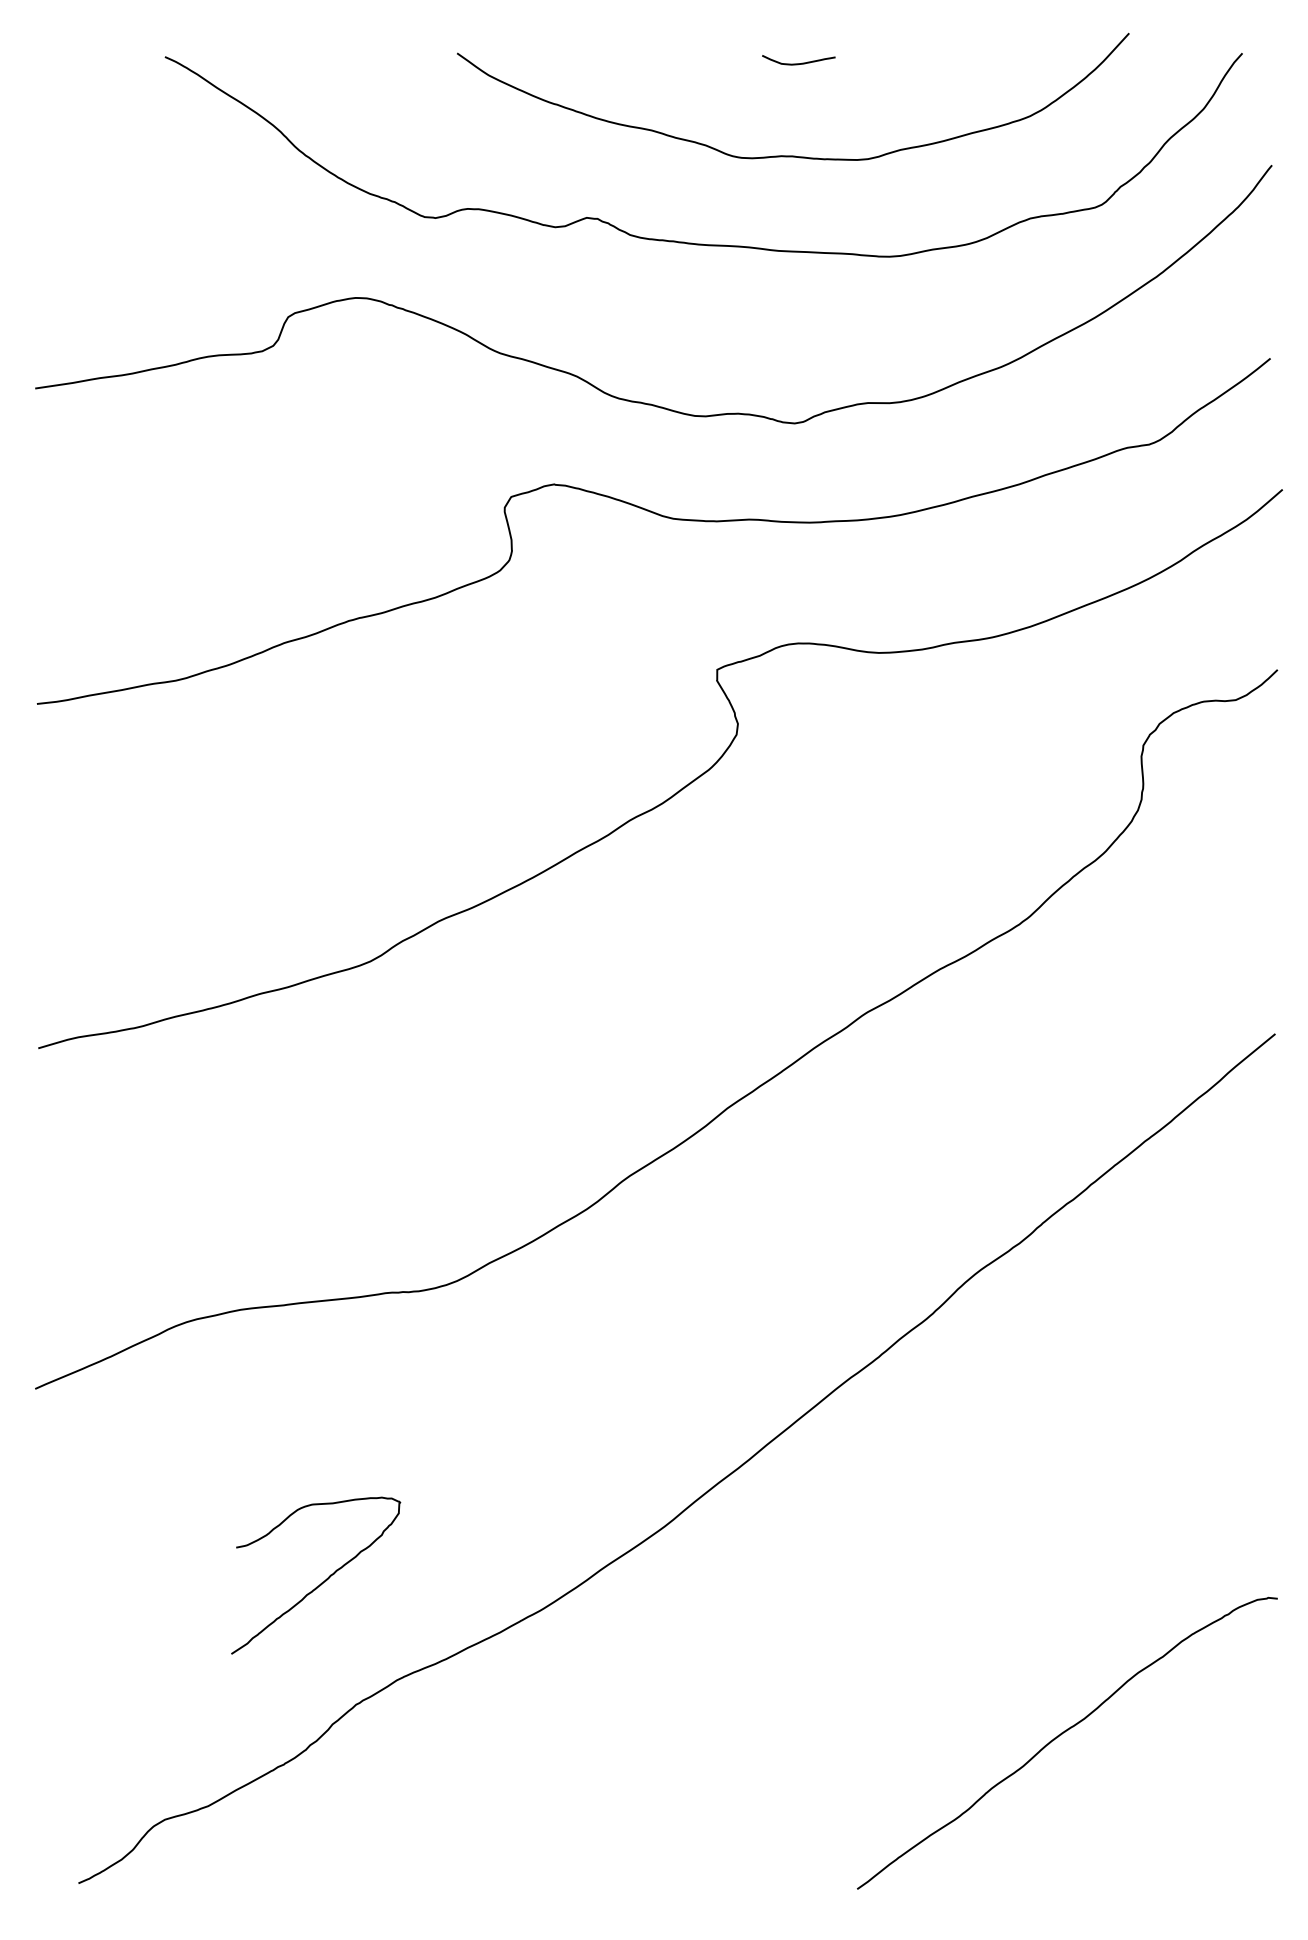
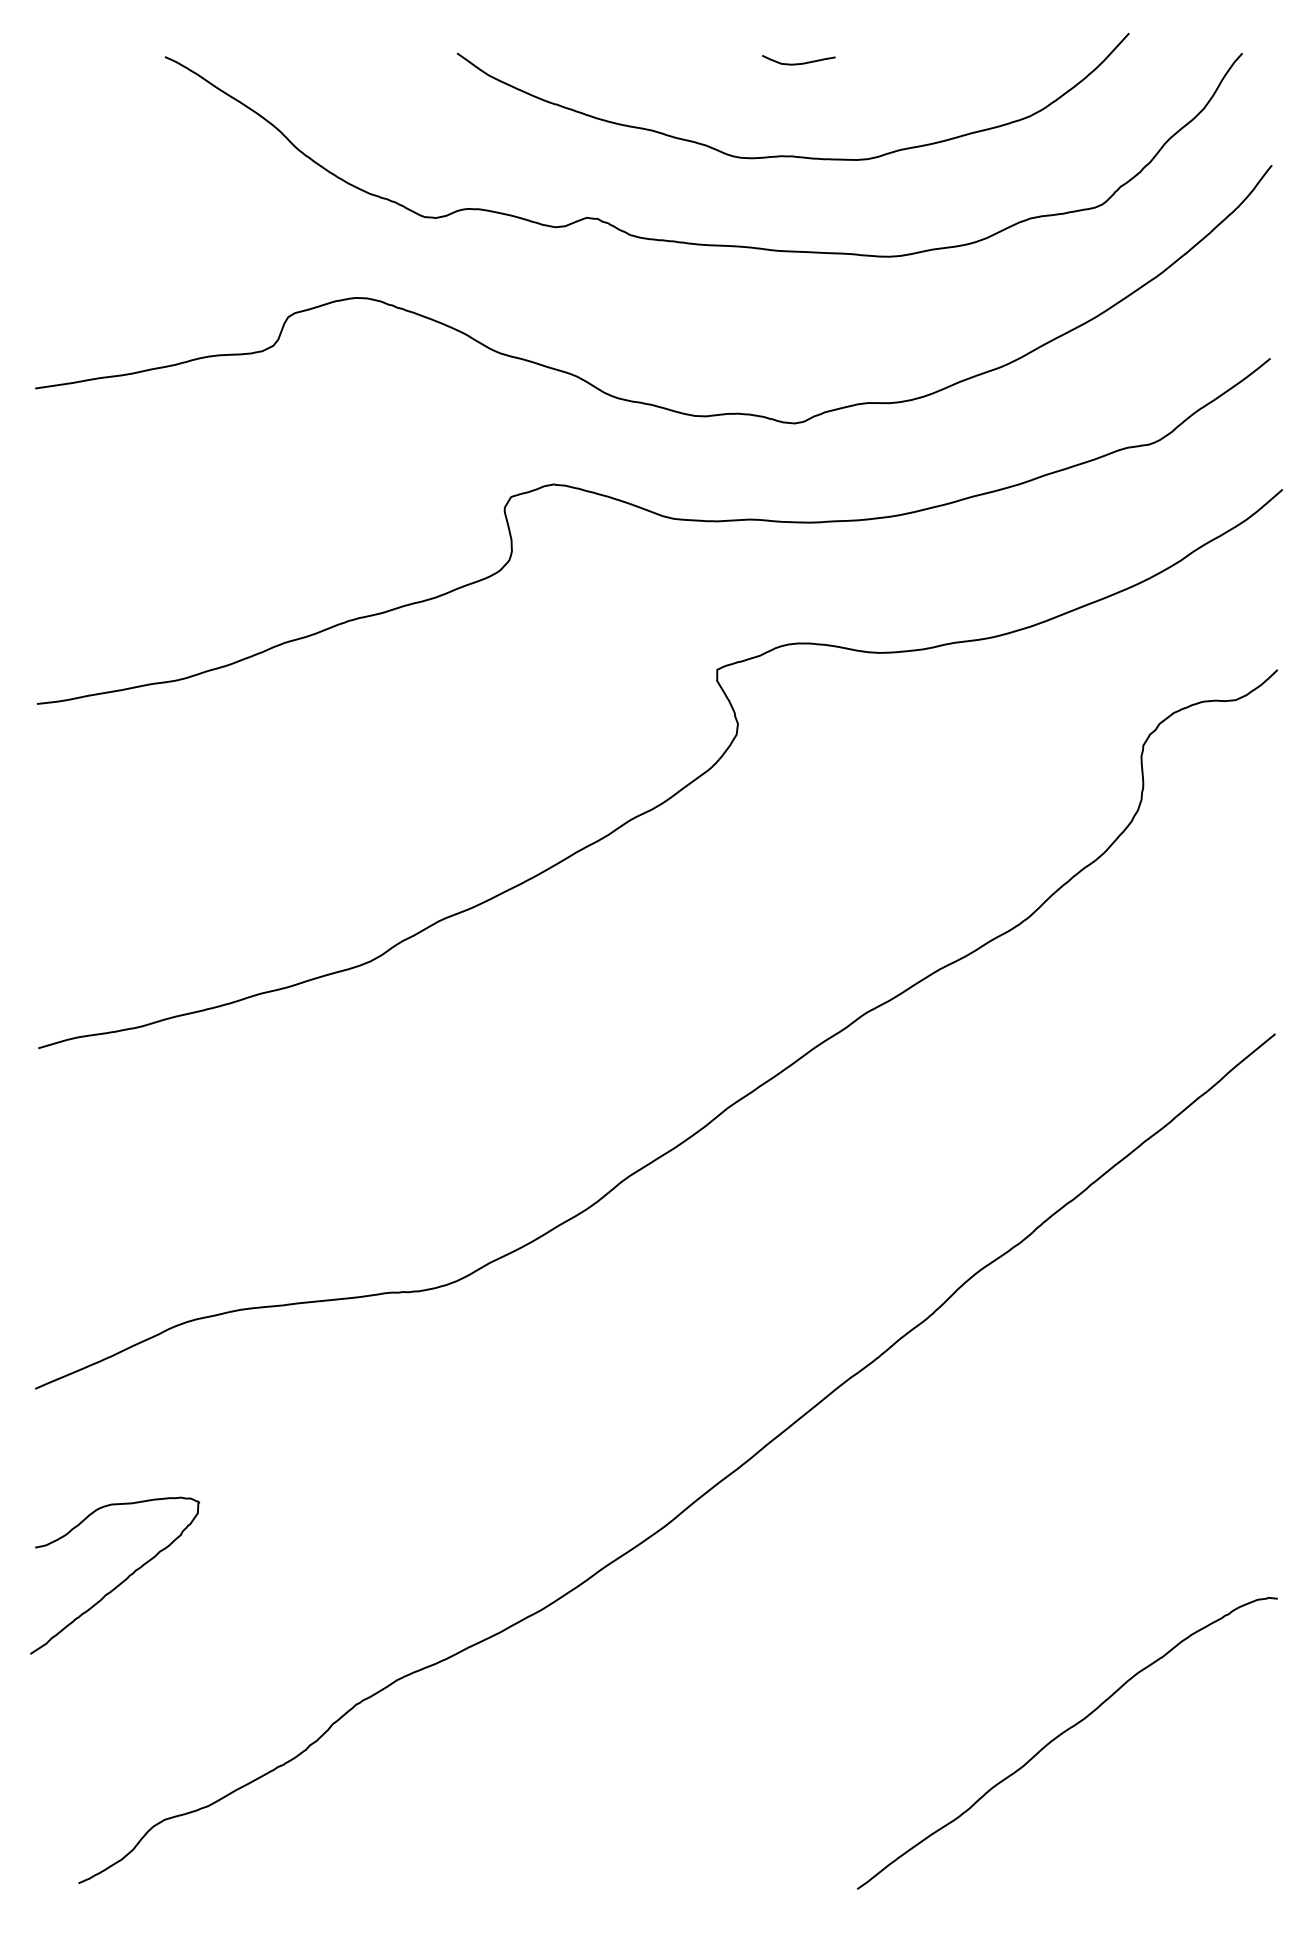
curve at (322, 1581) position: (322, 1581) -> (121, 1581)
